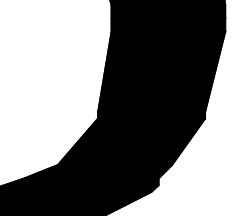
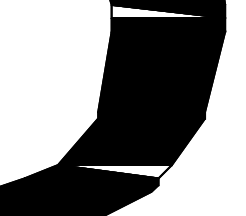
fill at (168, 10): present -> none
fill at (114, 171): present -> none
